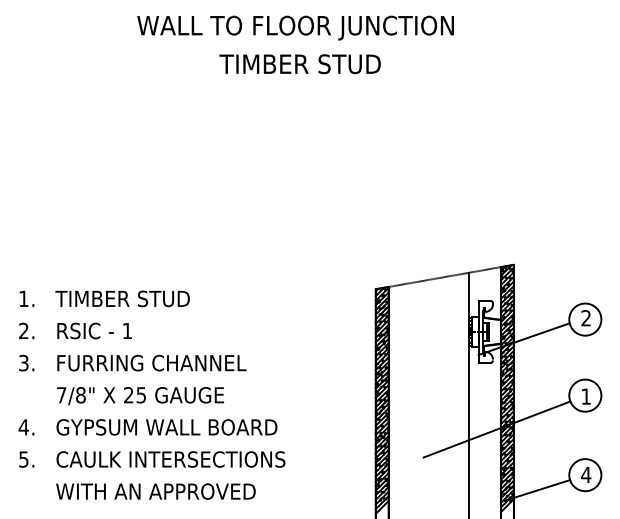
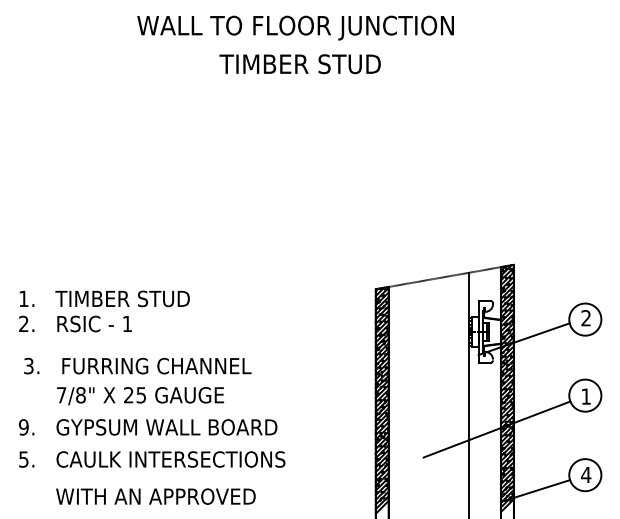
text at (75, 330) position: (75, 330) -> (75, 323)
text at (132, 362) position: (132, 362) -> (137, 365)
text at (23, 427): 4. -> 9.
text at (155, 491) position: (155, 491) -> (155, 496)
